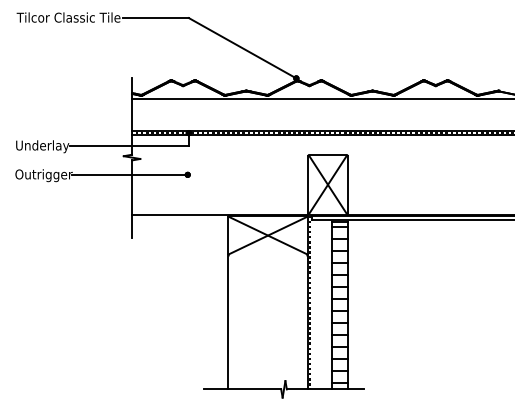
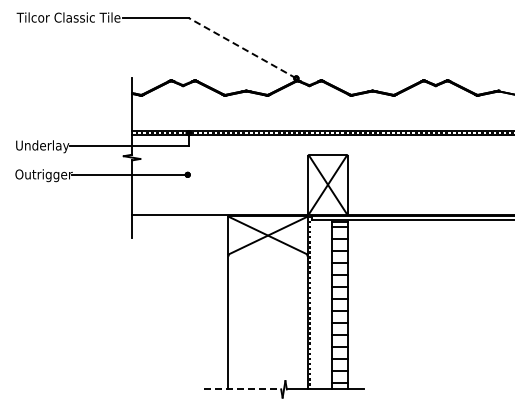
line at (242, 48): solid -> dashed
line at (321, 98): present -> none
line at (242, 389): solid -> dashed
